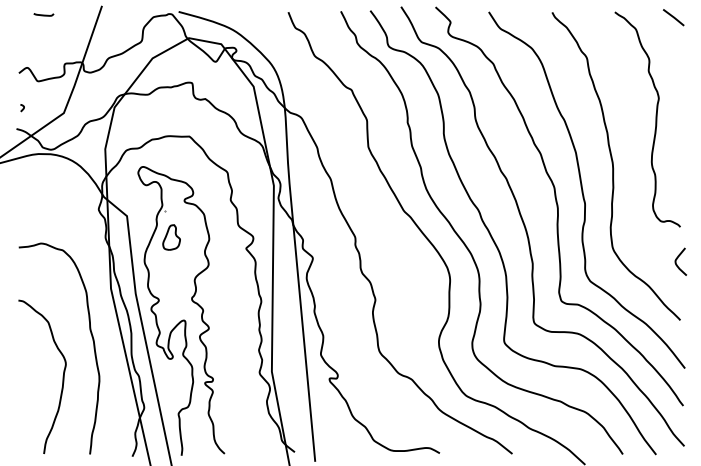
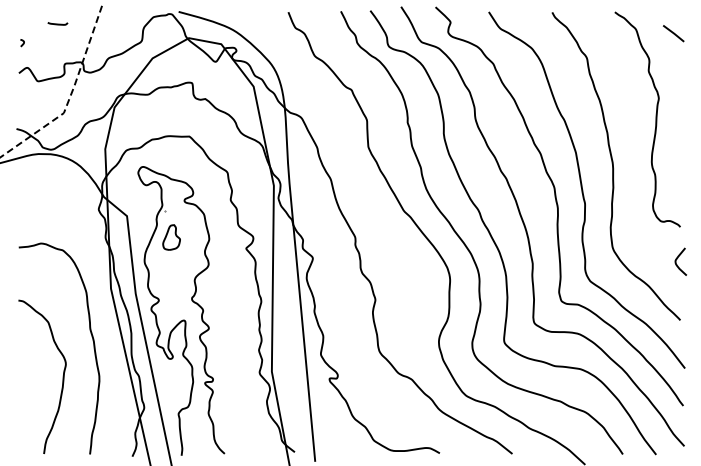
curve at (43, 14) position: (43, 14) -> (57, 23)
line at (673, 17) position: (673, 17) -> (673, 33)
line at (70, 96): solid -> dashed
curve at (22, 108) position: (22, 108) -> (22, 43)
